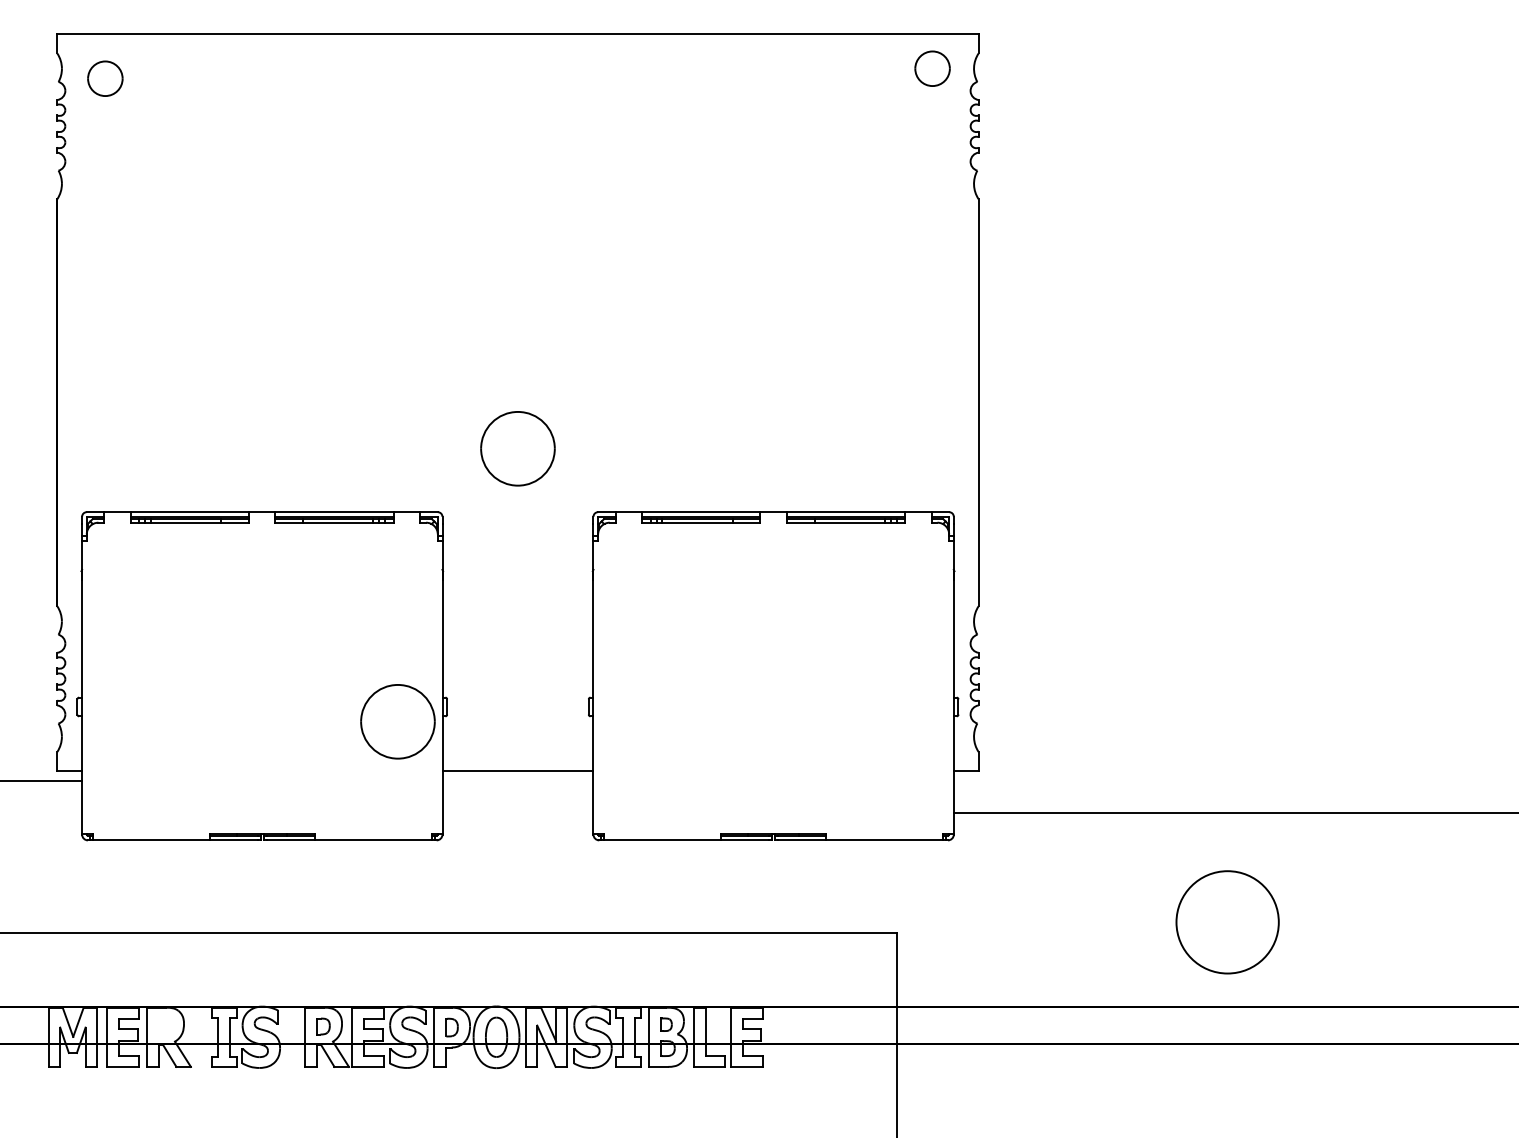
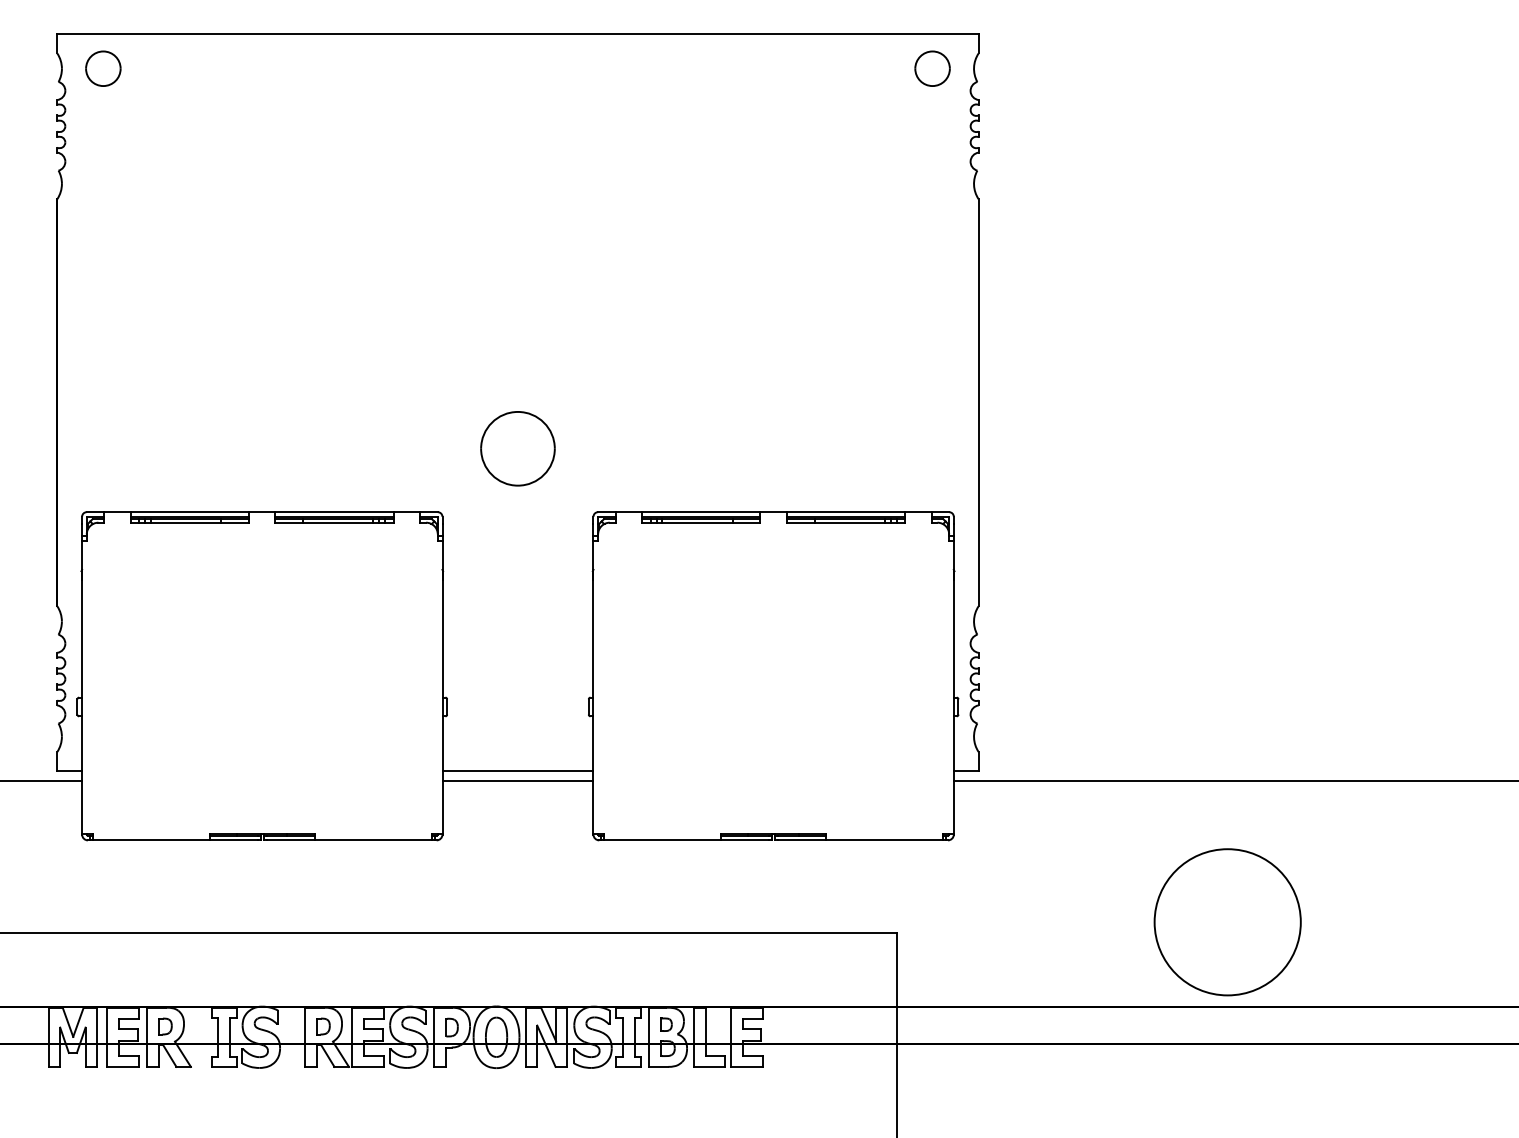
part at (105, 78) position: (105, 78) -> (103, 68)
part at (397, 721): present -> none
line at (517, 781): none -> present
line at (1234, 813) position: (1234, 813) -> (1234, 781)
circle at (1227, 922) size: 105x105 px -> 149x149 px
part at (165, 1026): none -> present
